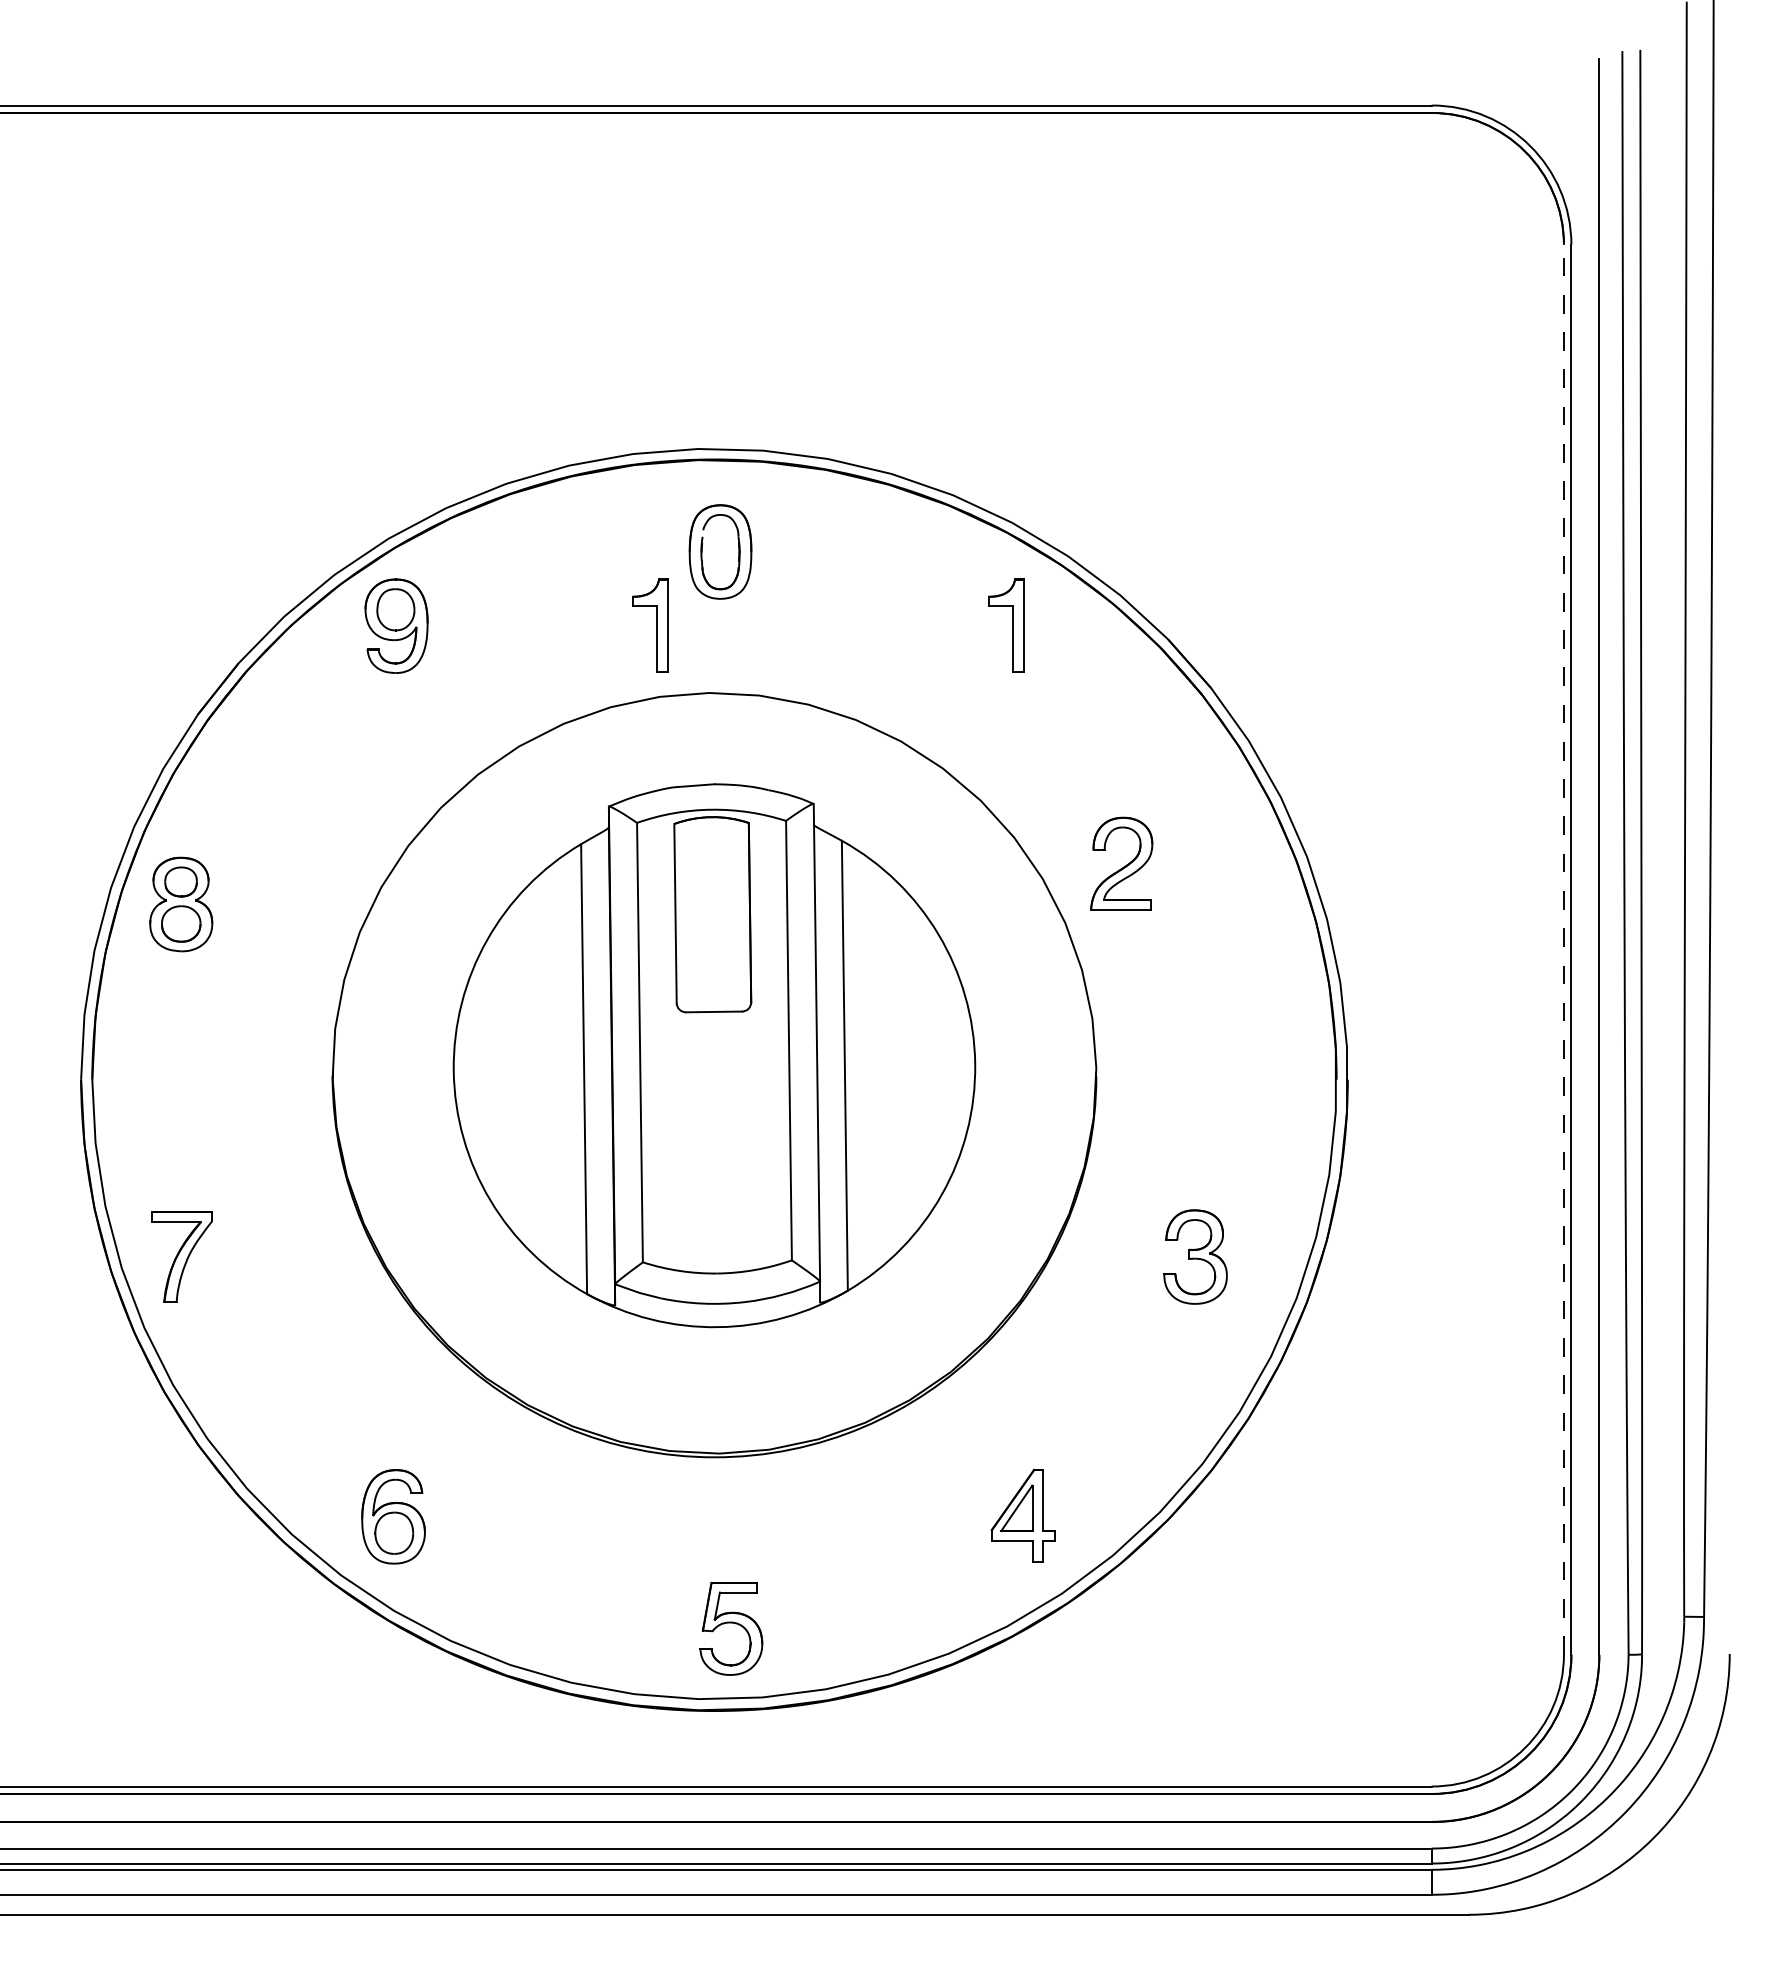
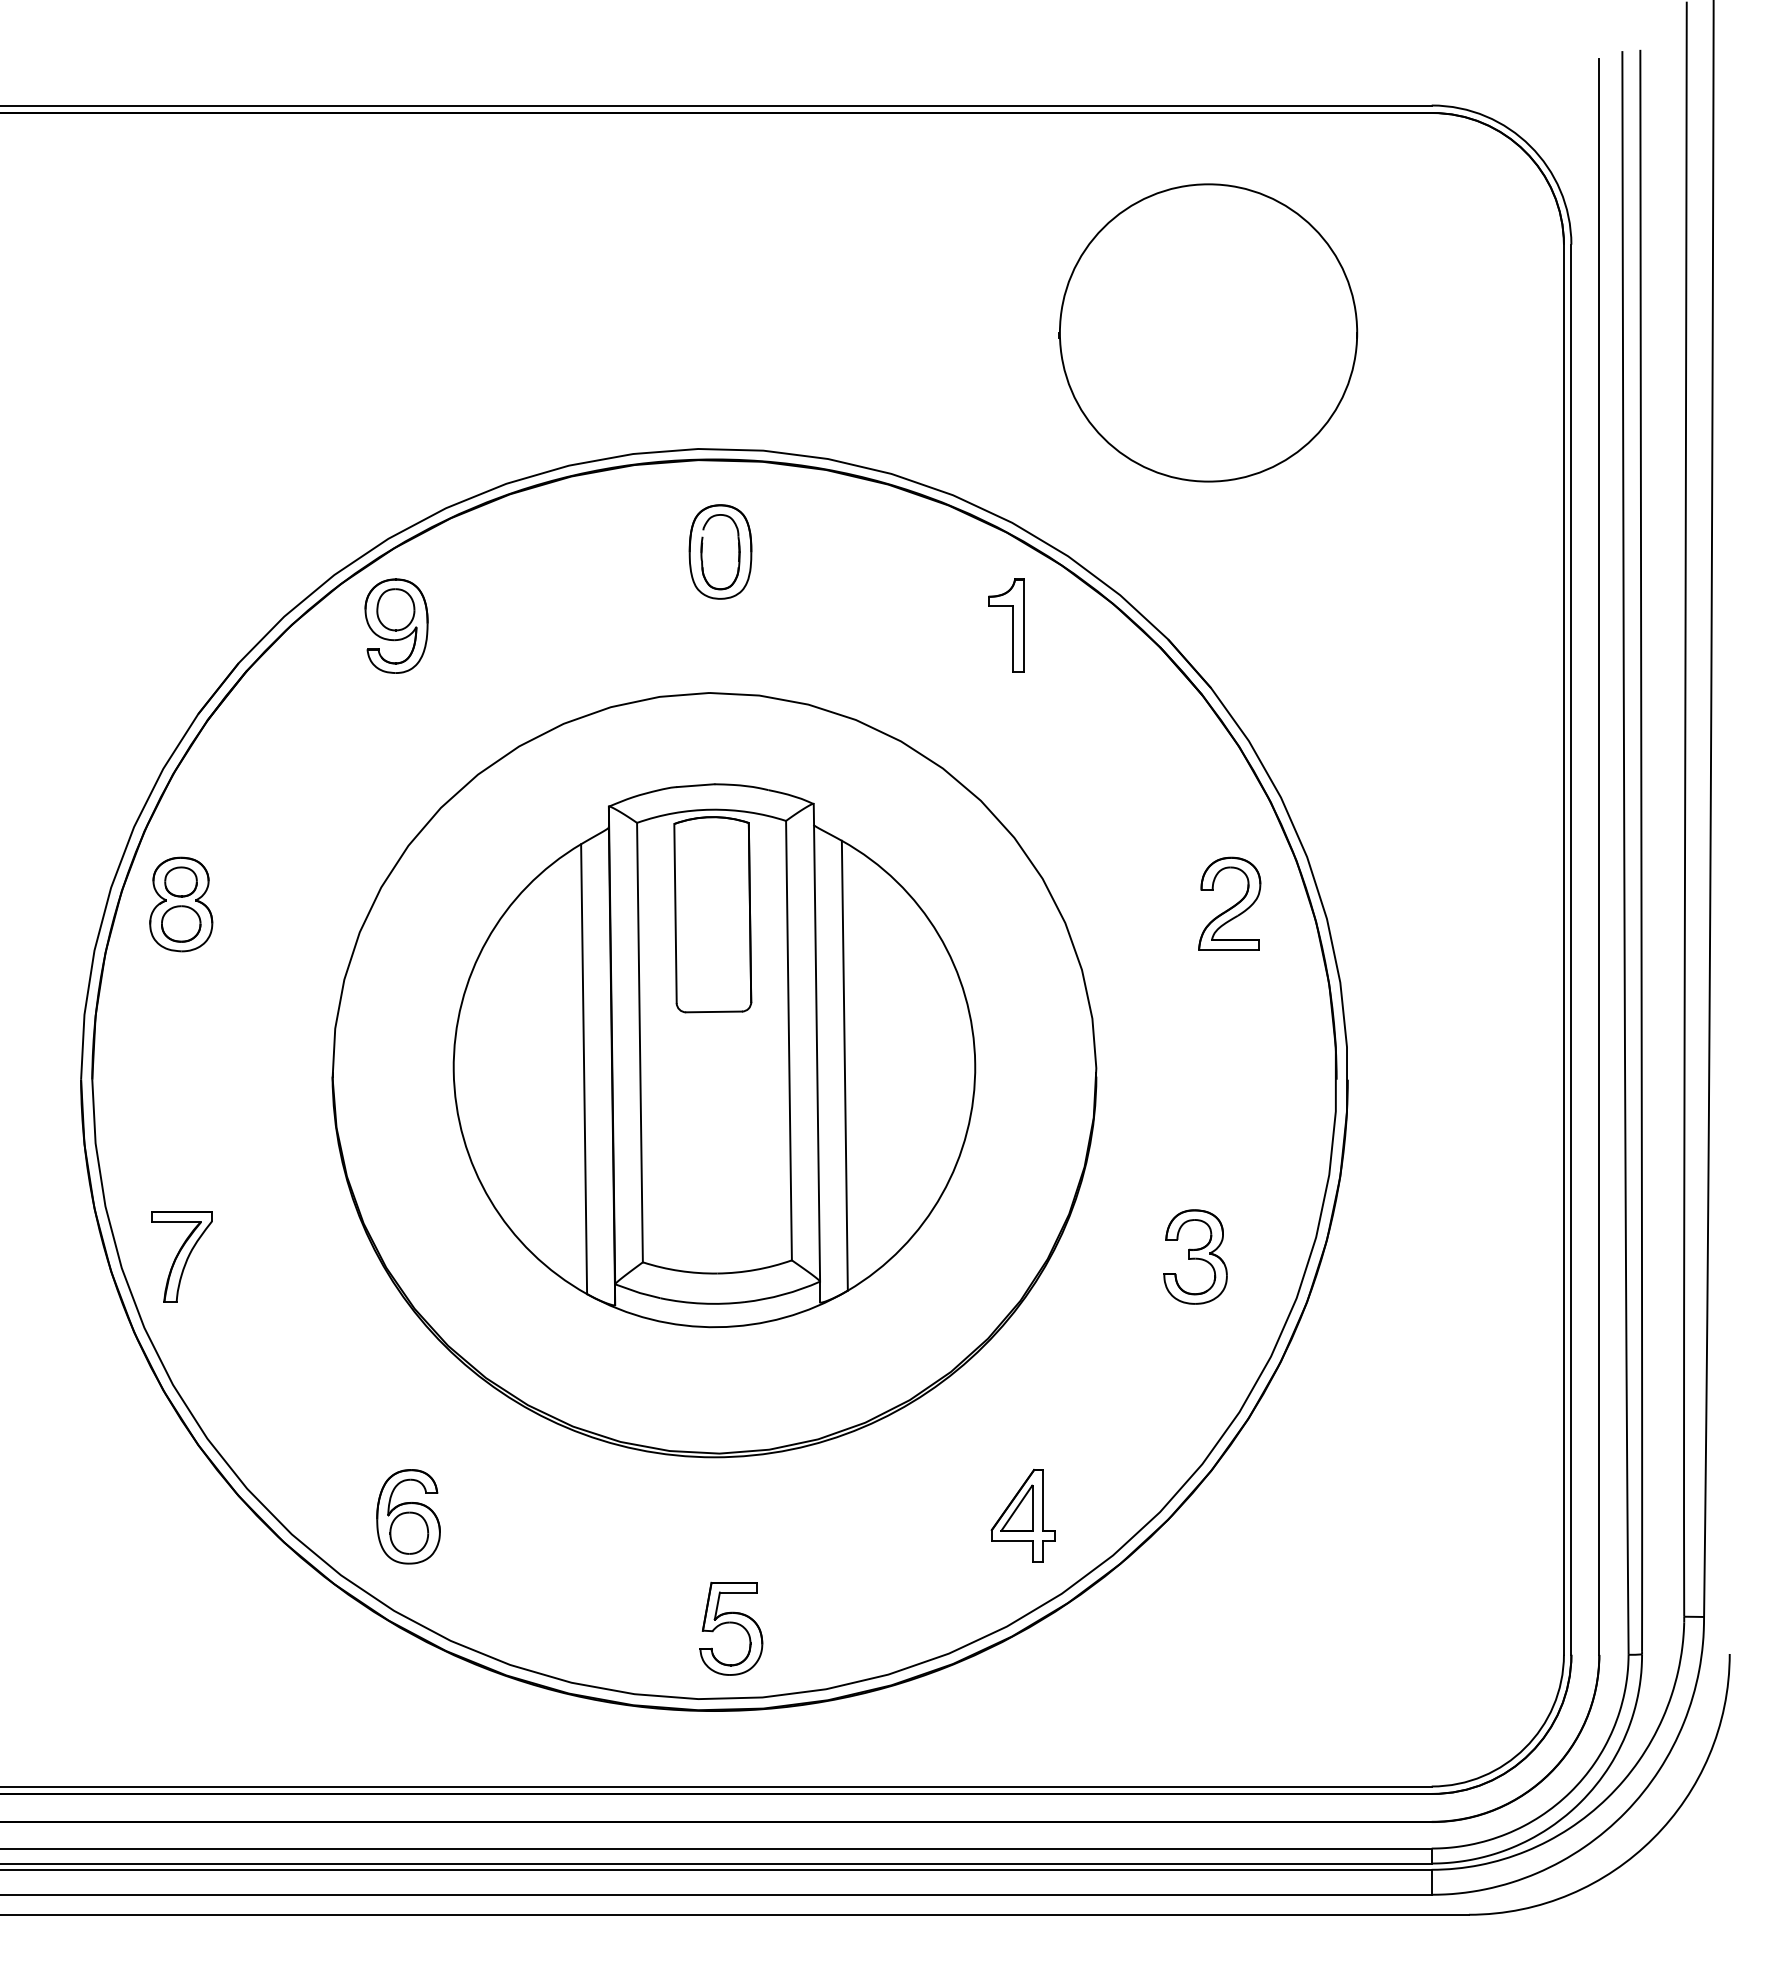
part at (1208, 332): none -> present
part at (650, 625): present -> none
part at (1121, 863) position: (1121, 863) -> (1229, 903)
line at (1563, 949): dashed -> solid
part at (393, 1516) position: (393, 1516) -> (408, 1516)
